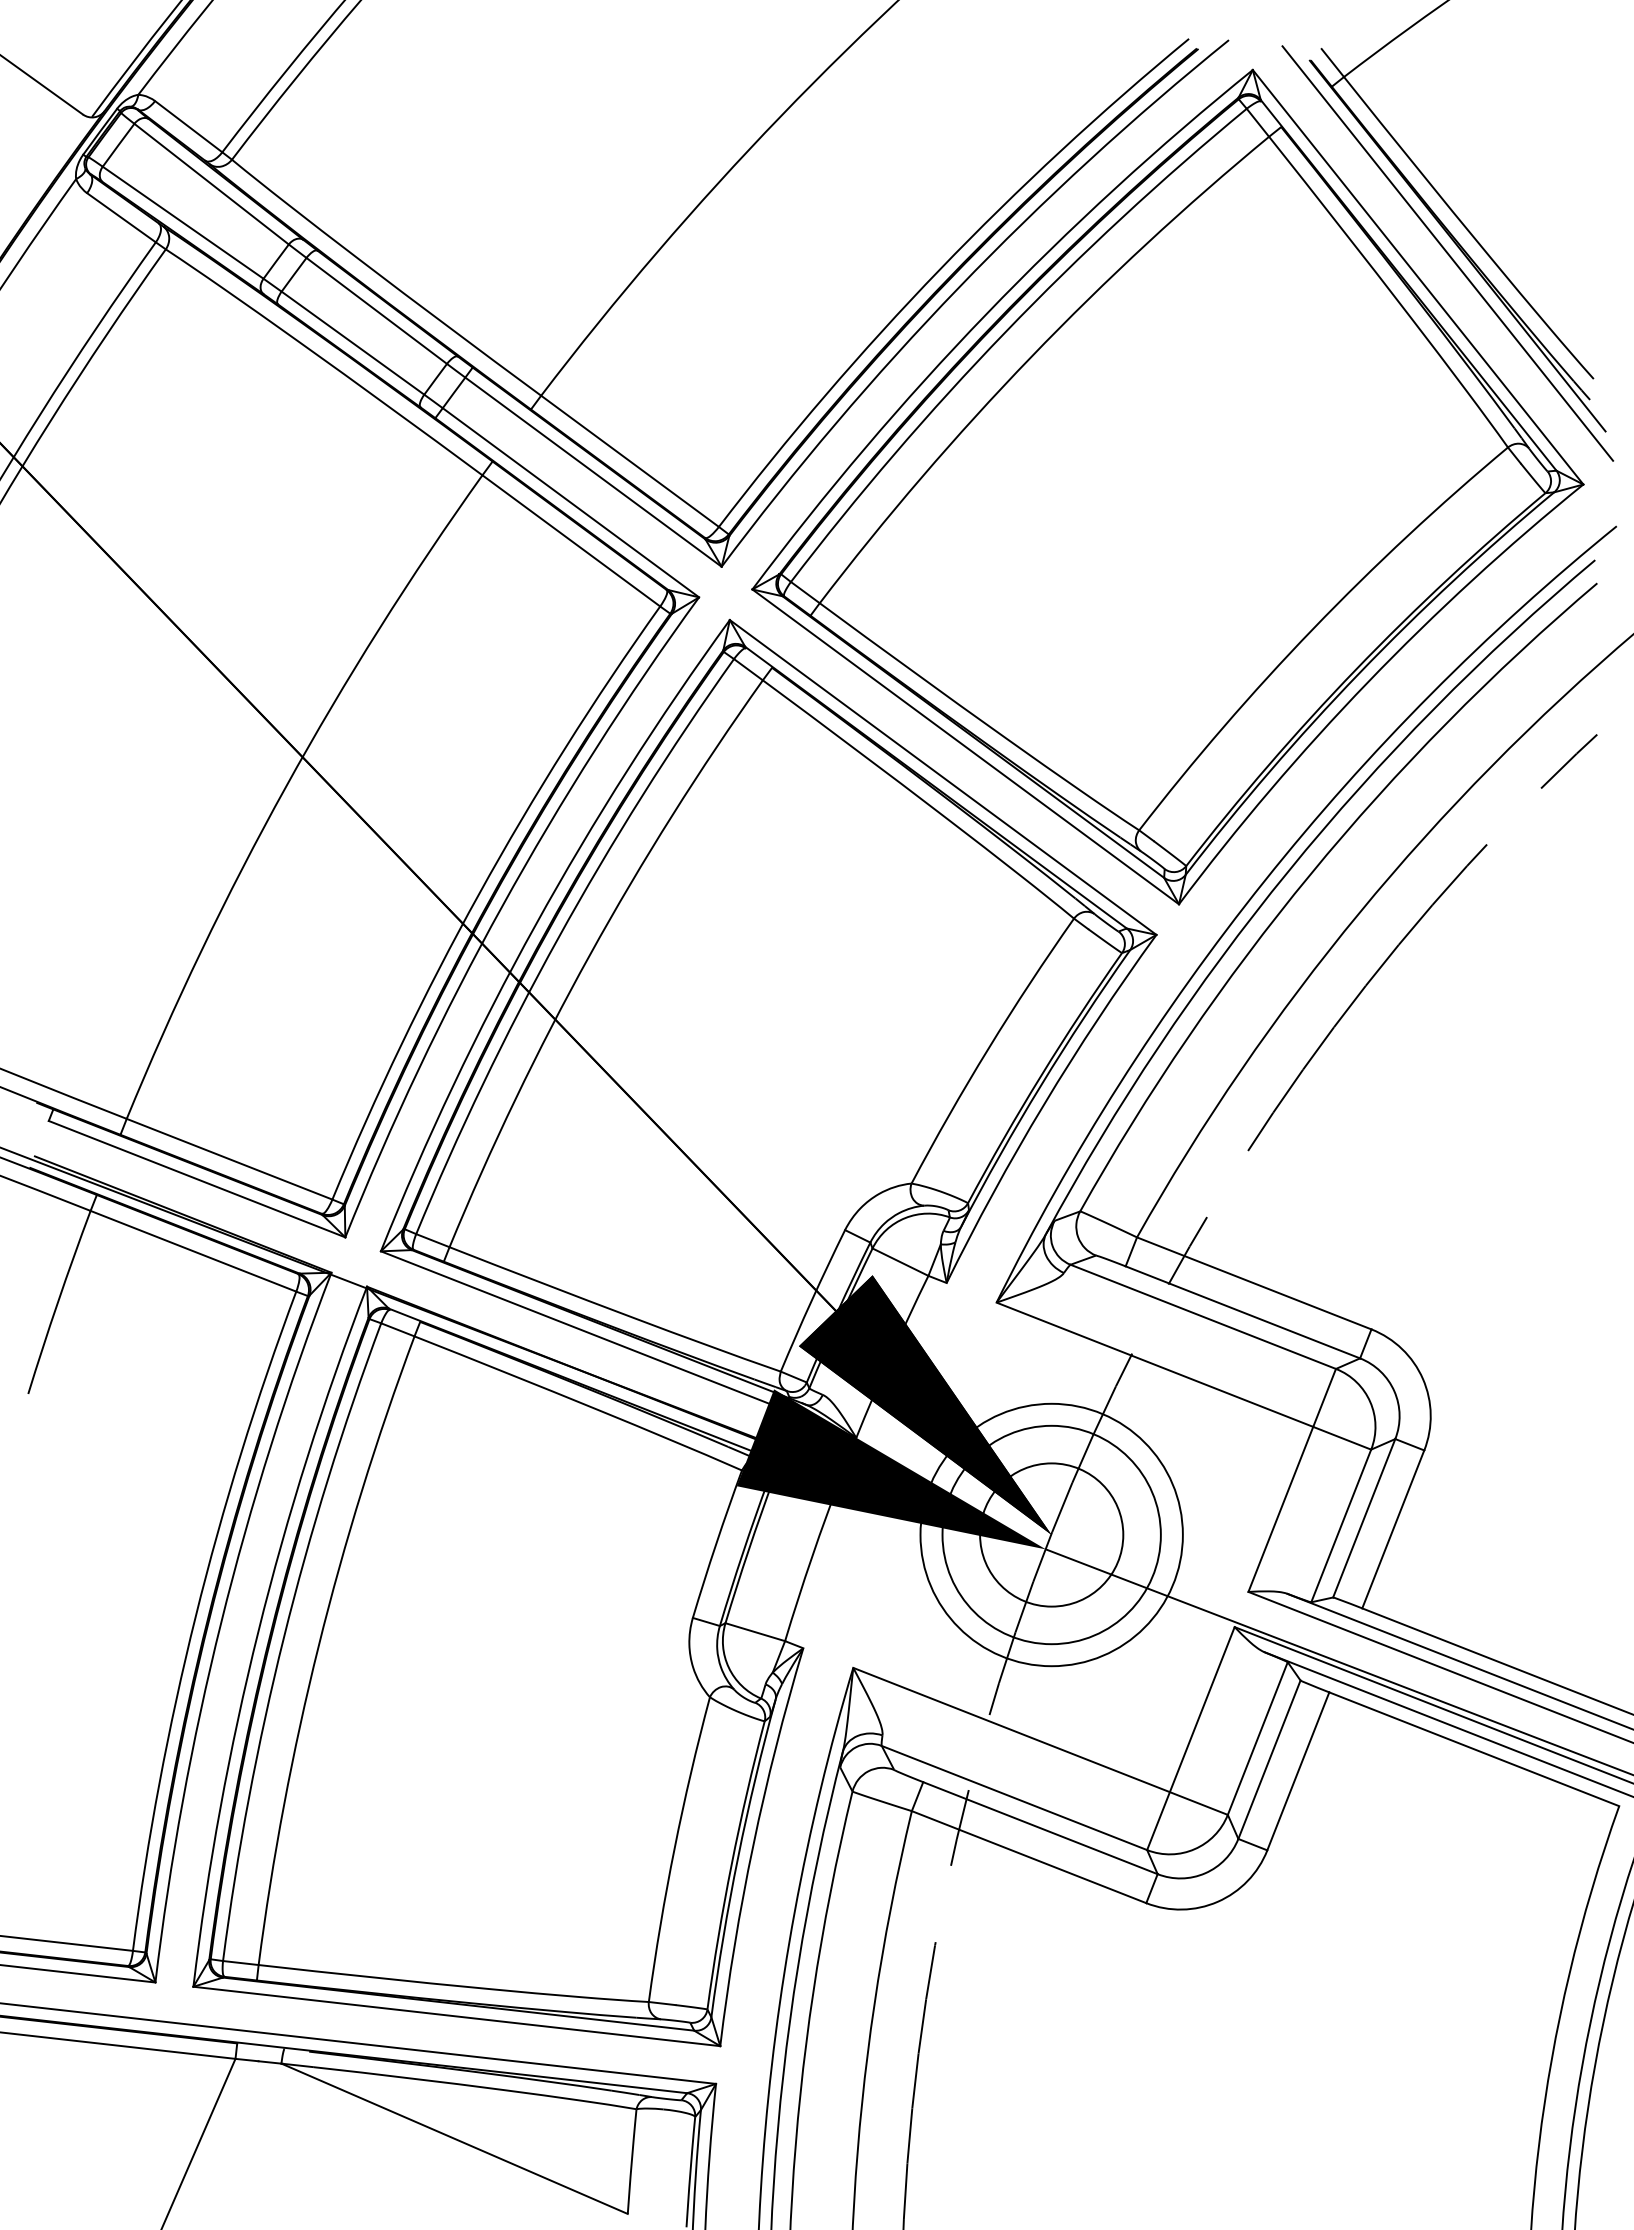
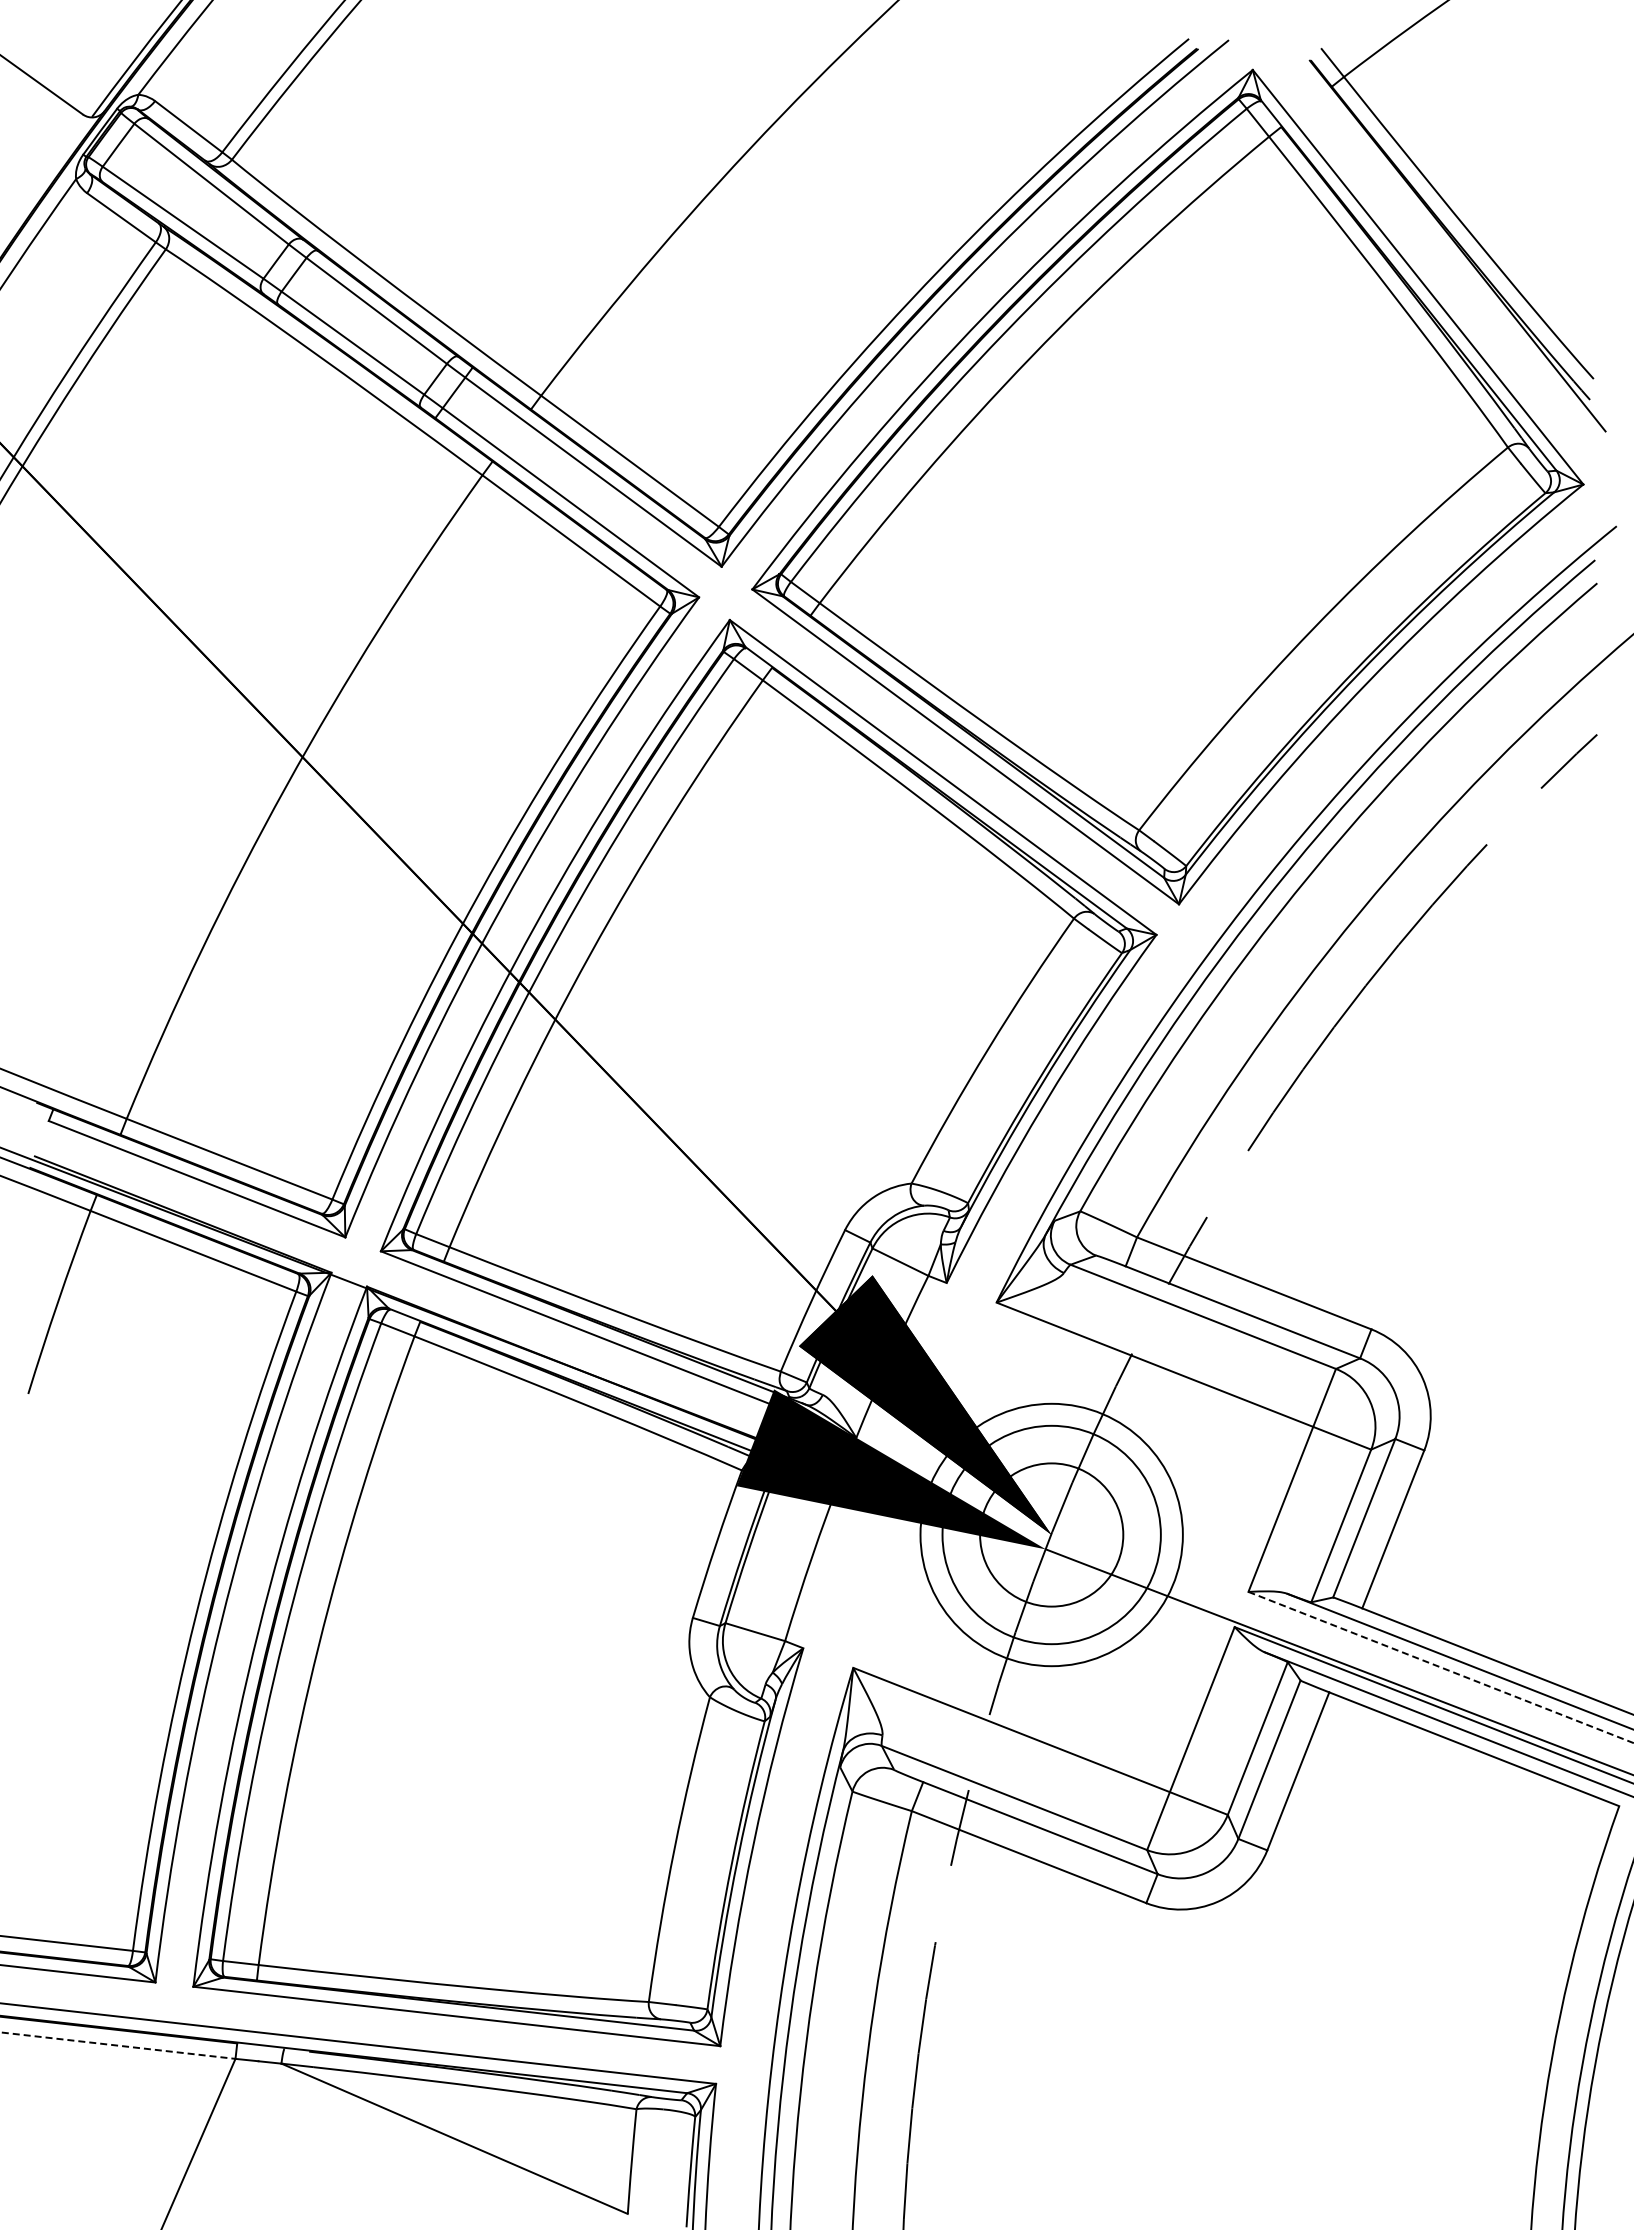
line at (1447, 253): present -> none
line at (1441, 1667): solid -> dashed
line at (118, 2045): solid -> dashed
